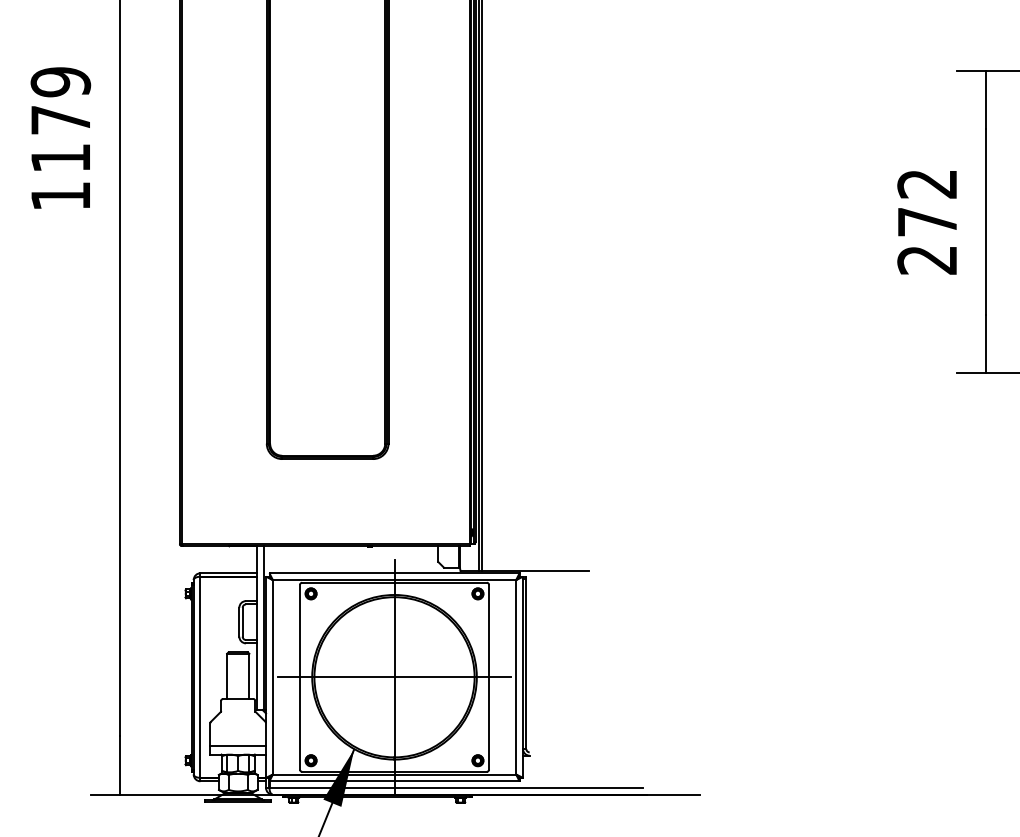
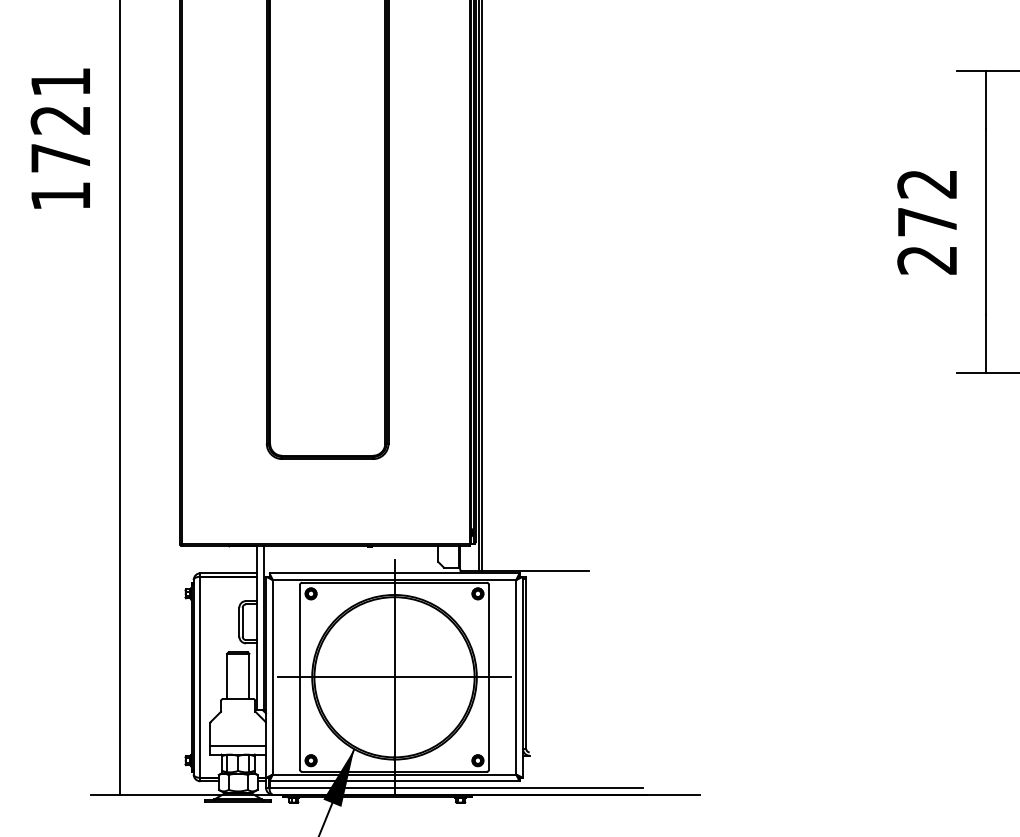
text at (60, 119): 1179 -> 1721
